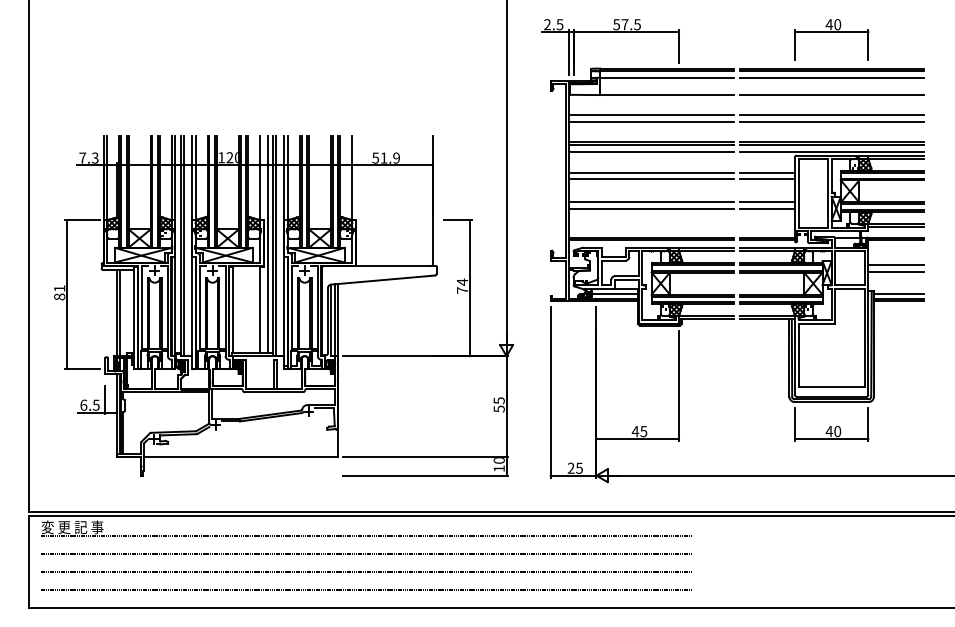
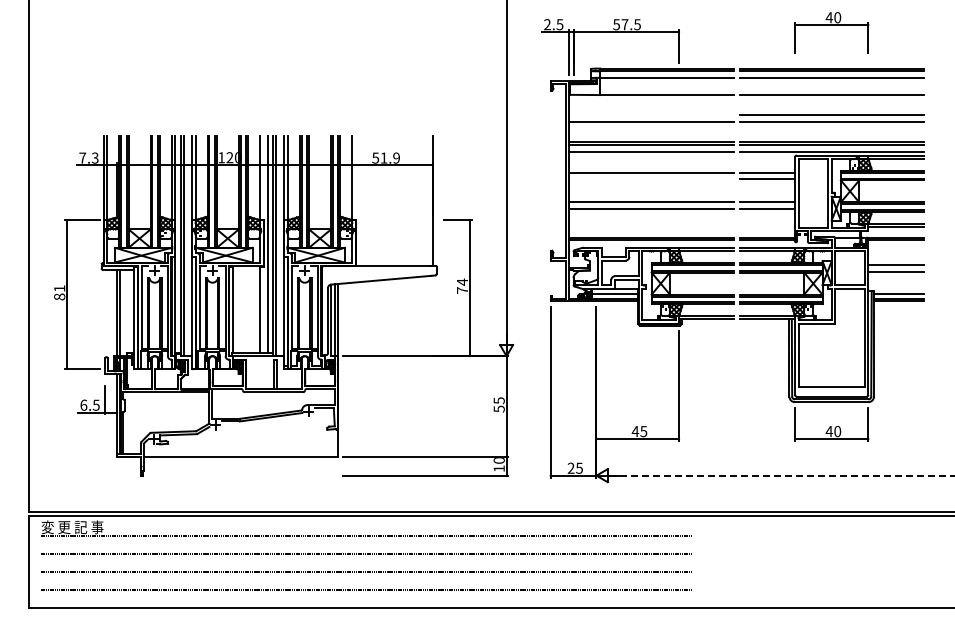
part at (831, 32) position: (831, 32) -> (831, 25)
line at (651, 115): present -> none
line at (651, 179): present -> none
line at (782, 475): solid -> dashed
